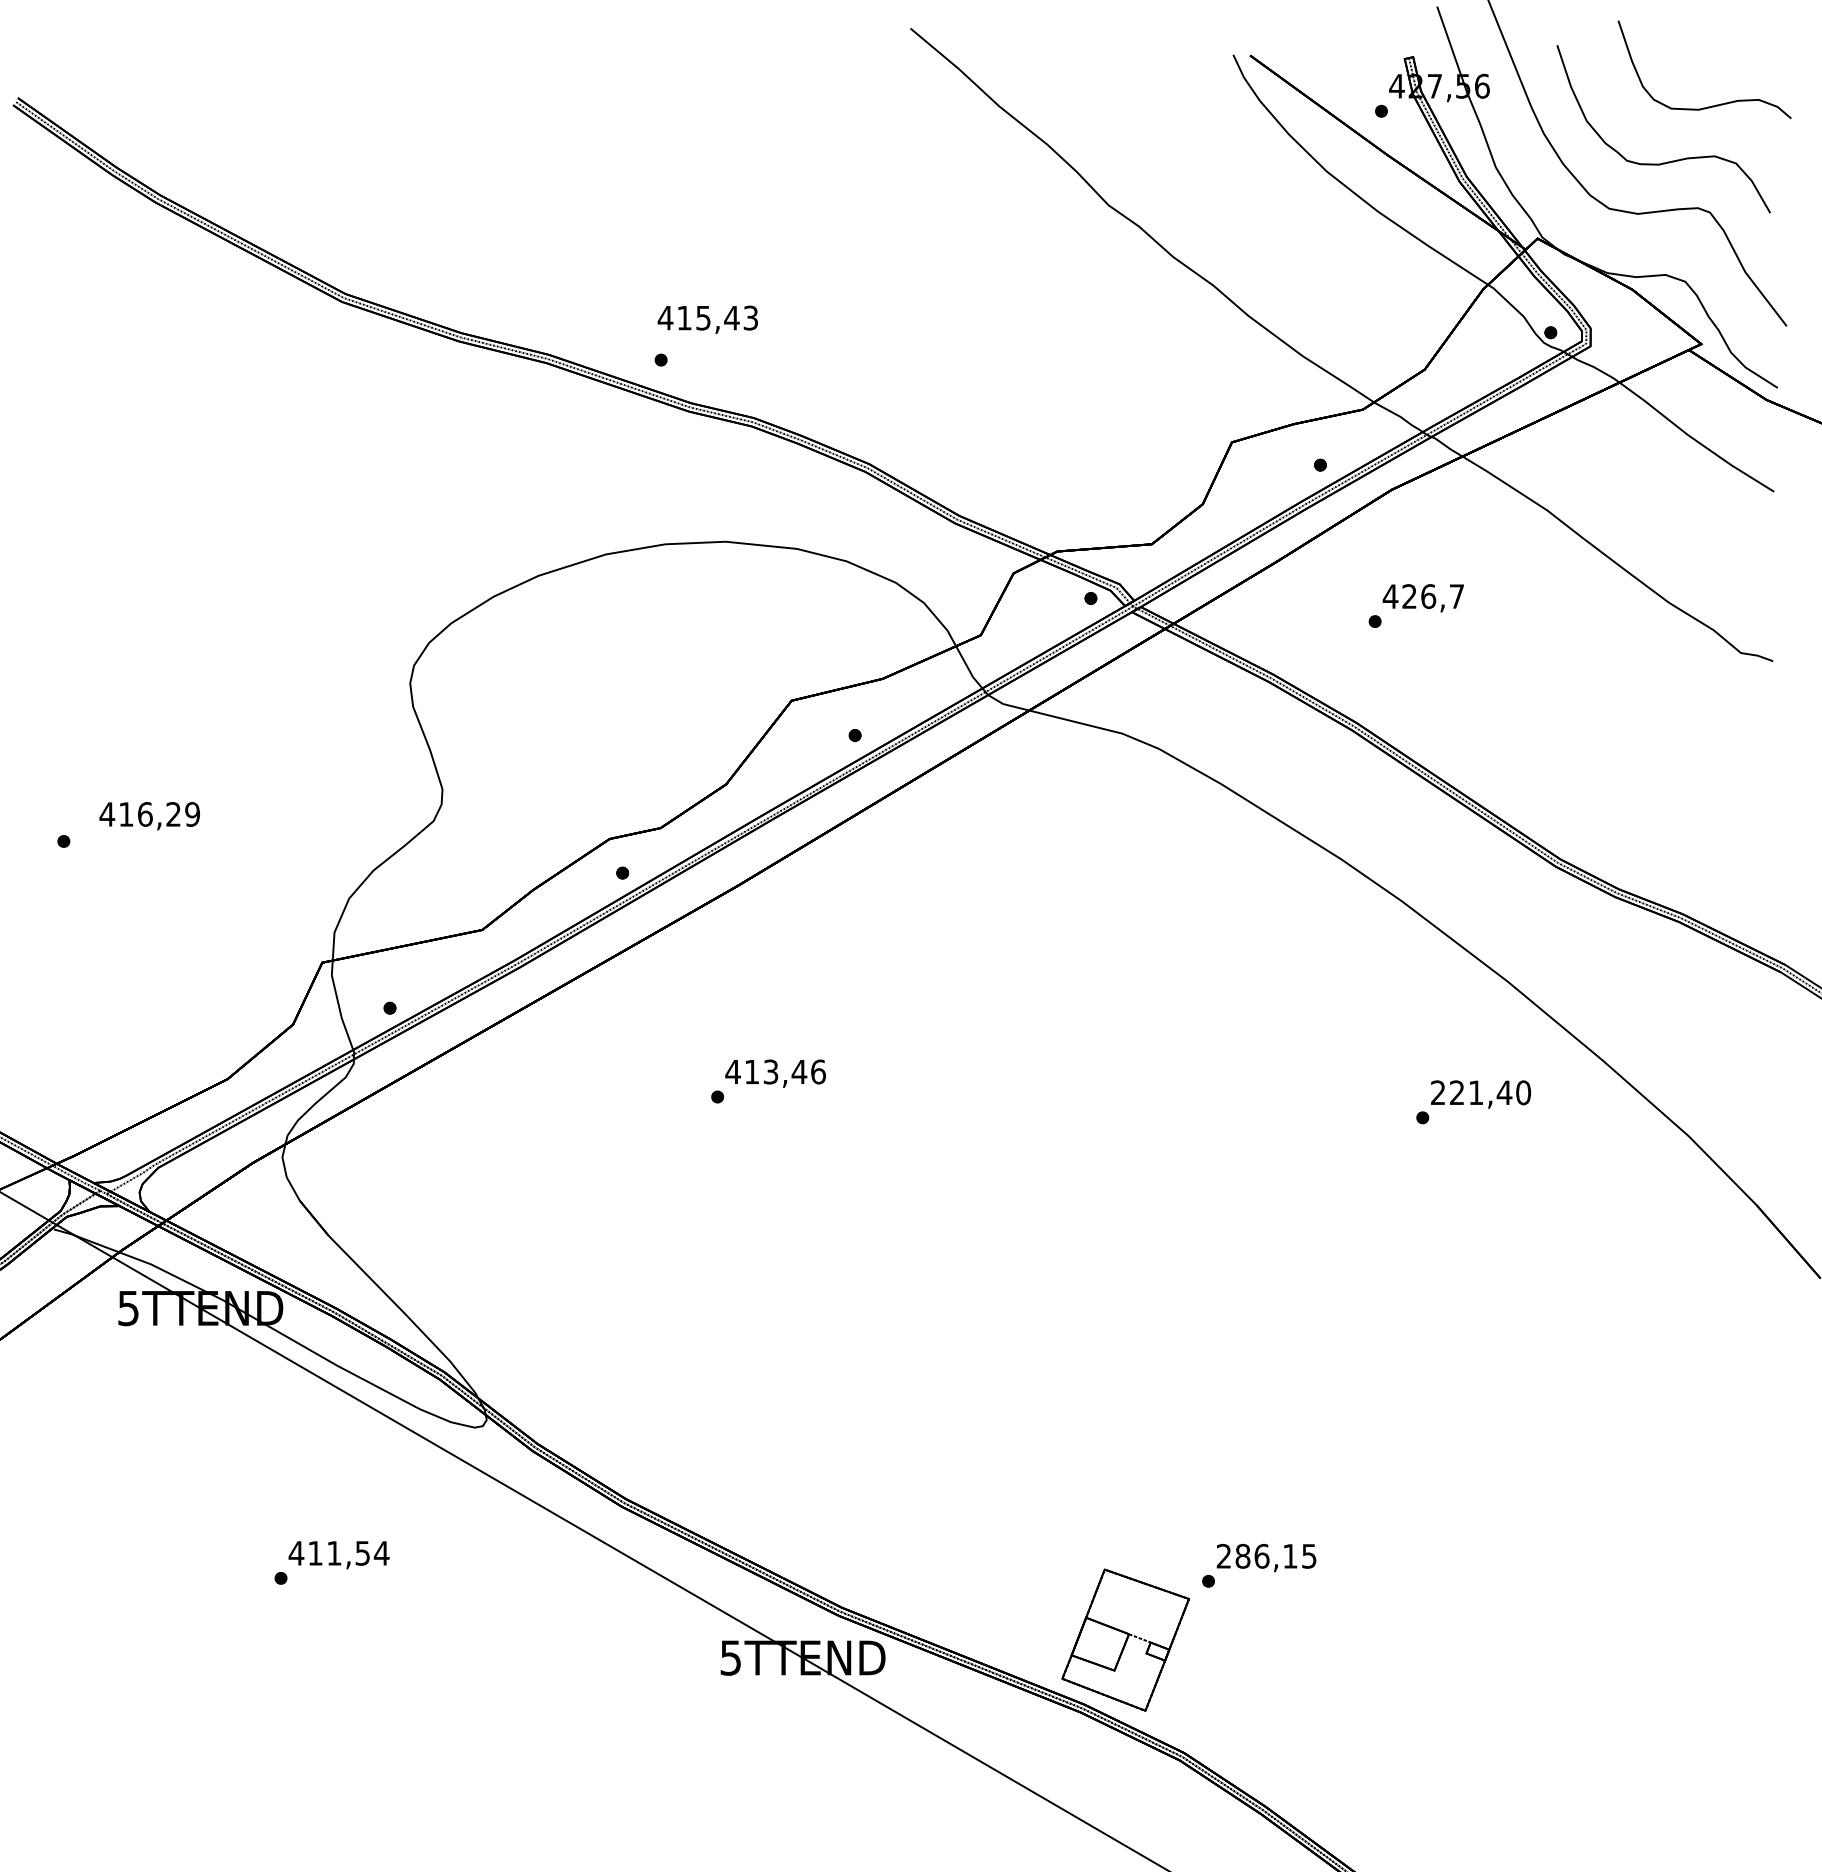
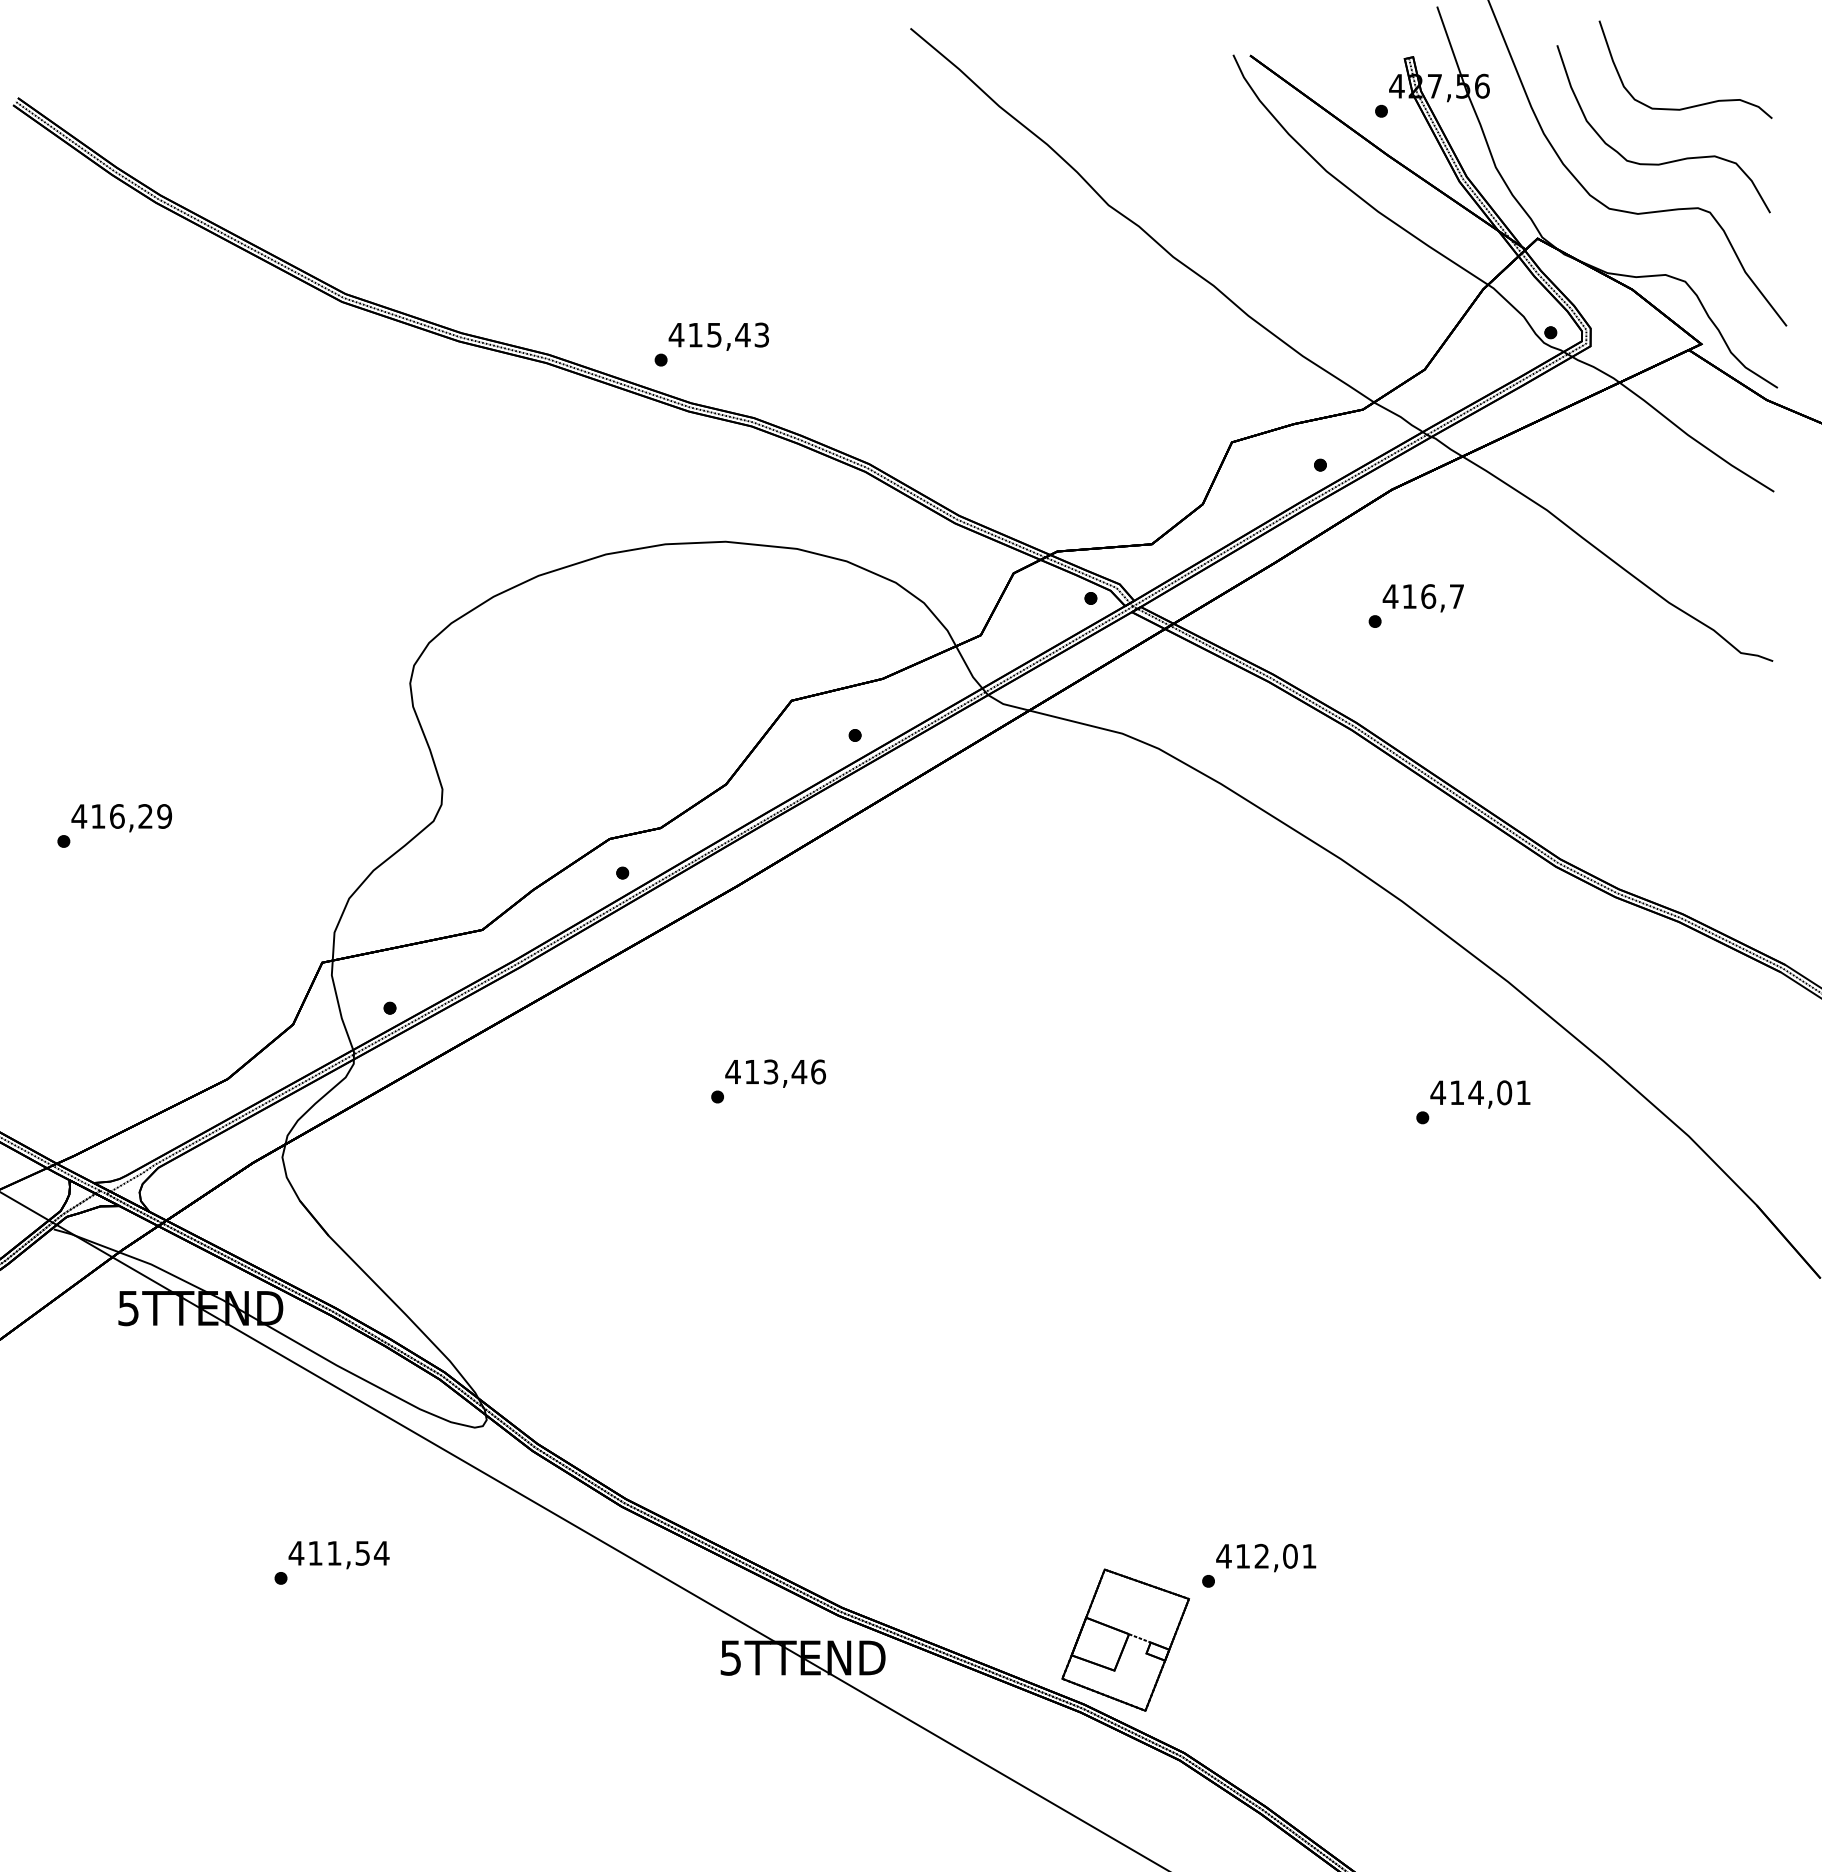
part at (1712, 105) position: (1712, 105) -> (1693, 105)
text at (707, 319) position: (707, 319) -> (718, 336)
text at (1409, 596): 426,7 -> 416,7
text at (149, 816) position: (149, 816) -> (121, 818)
text at (1480, 1092): 221,40 -> 414,01
text at (1266, 1555): 286,15 -> 412,01
